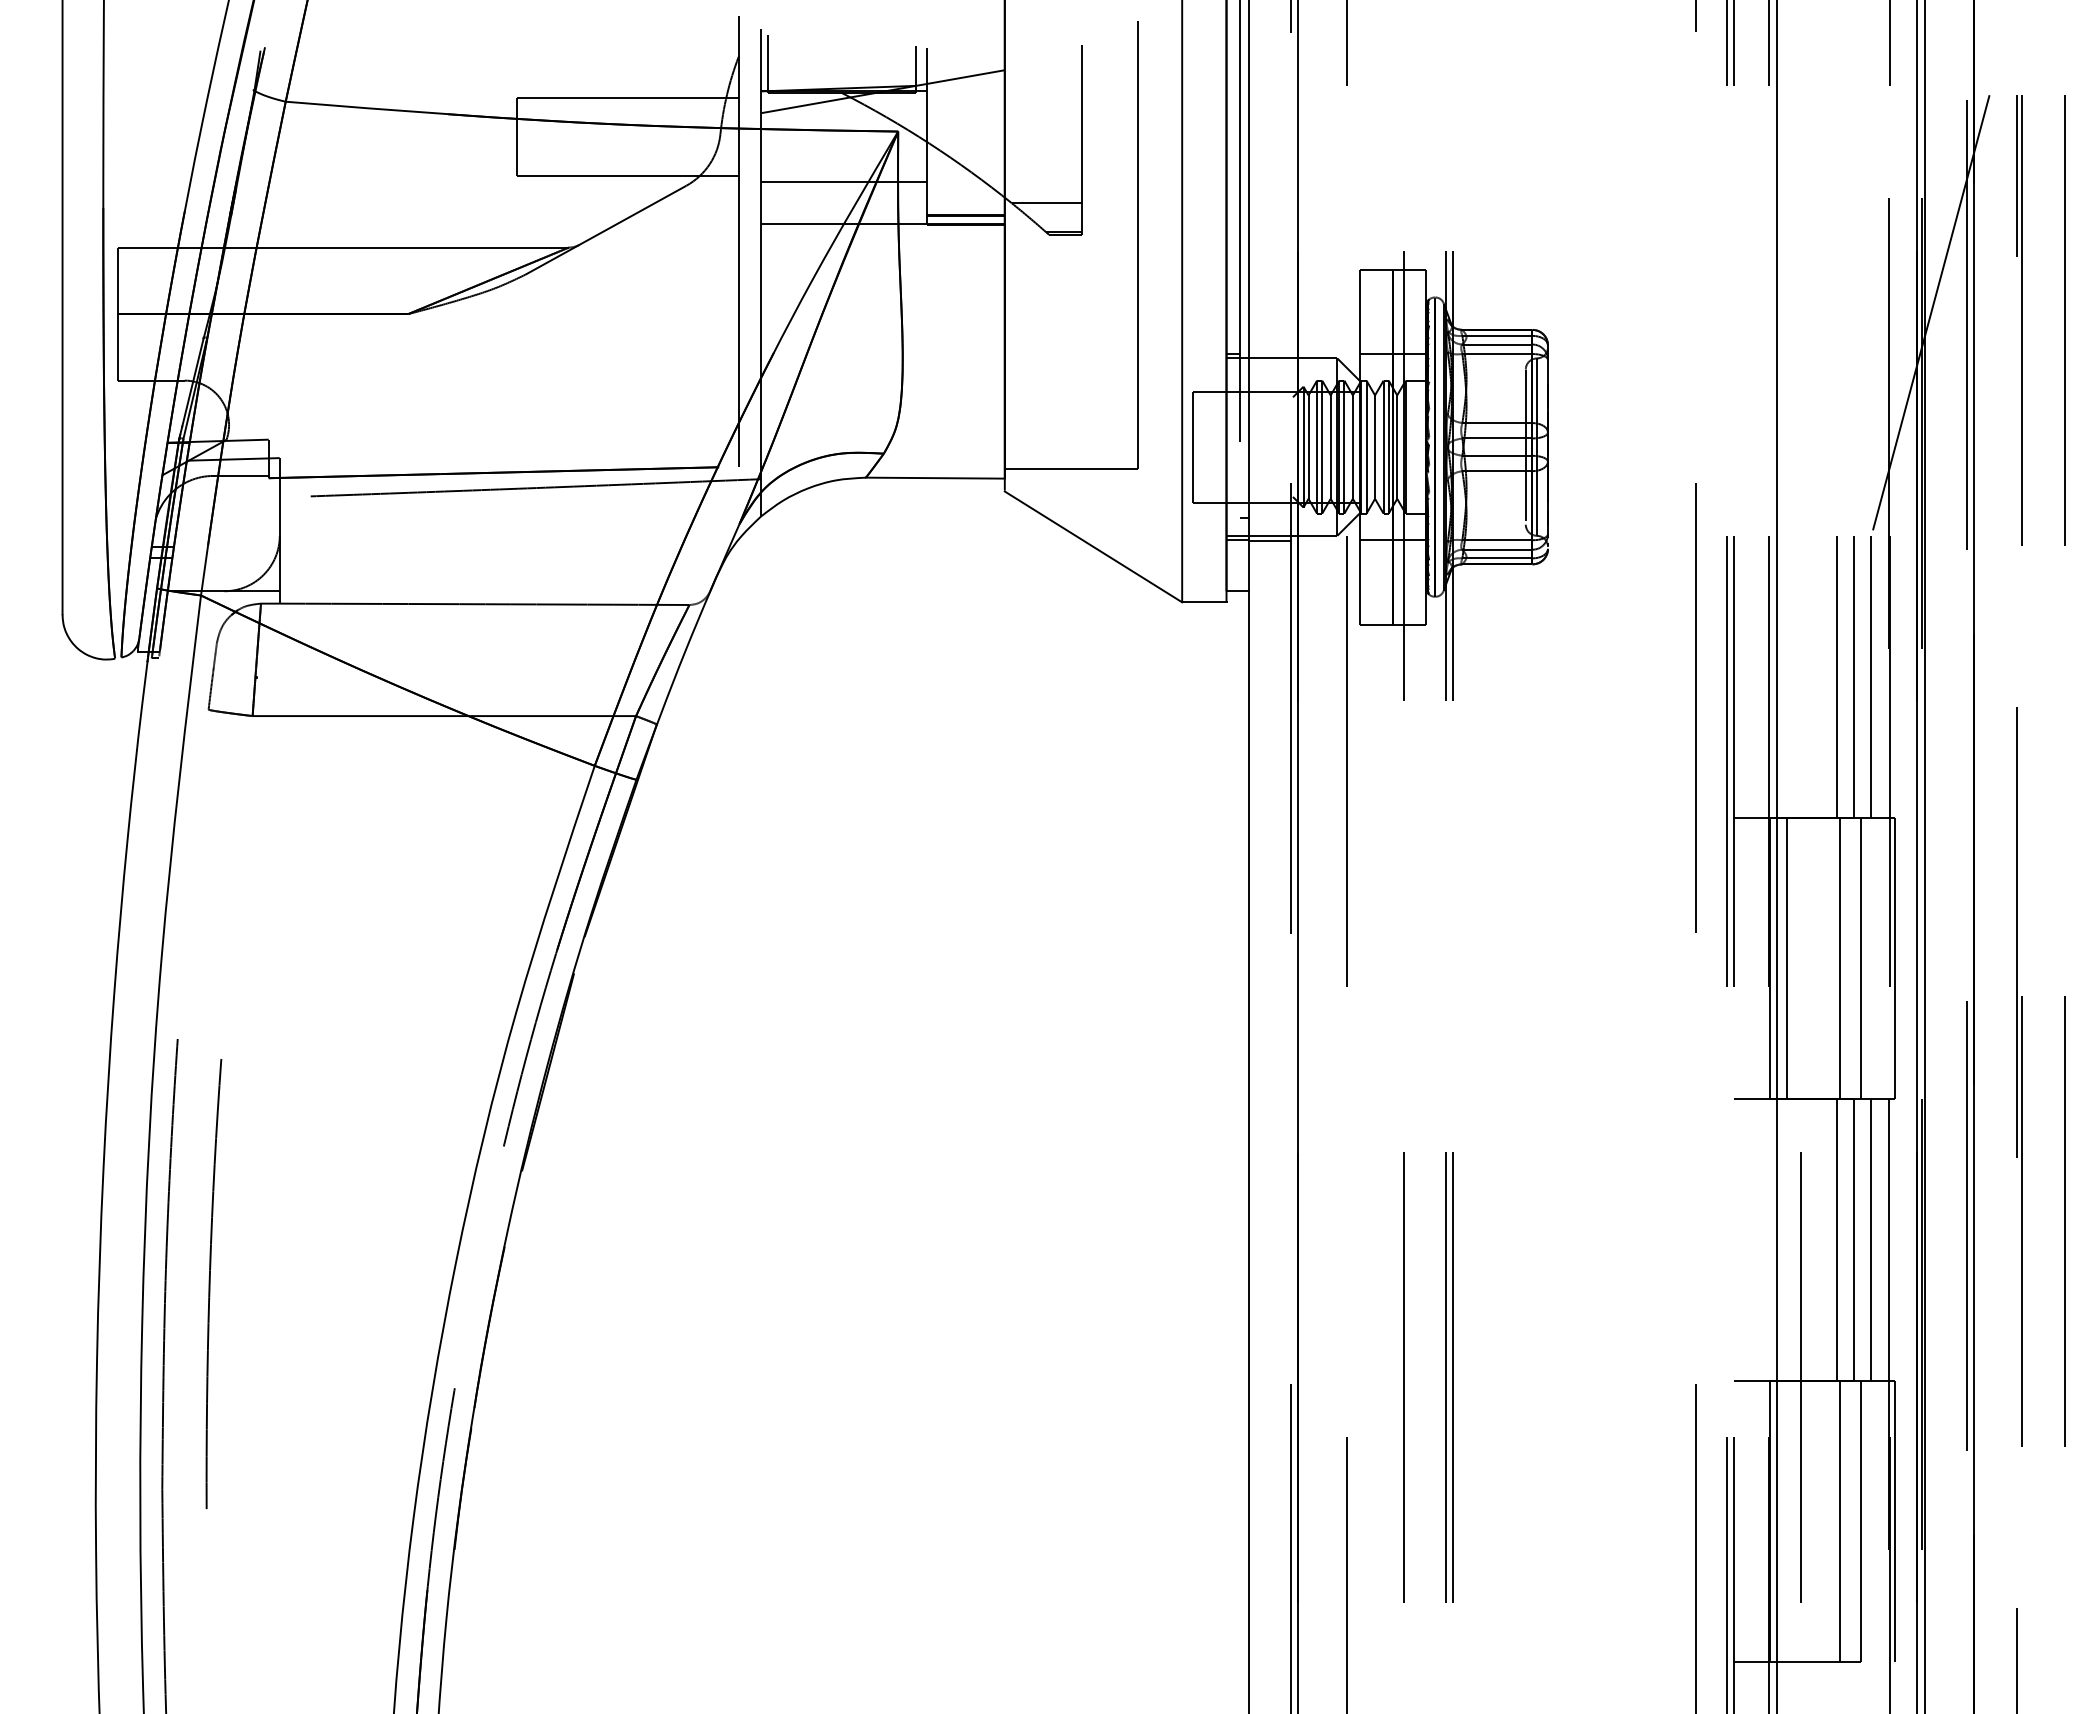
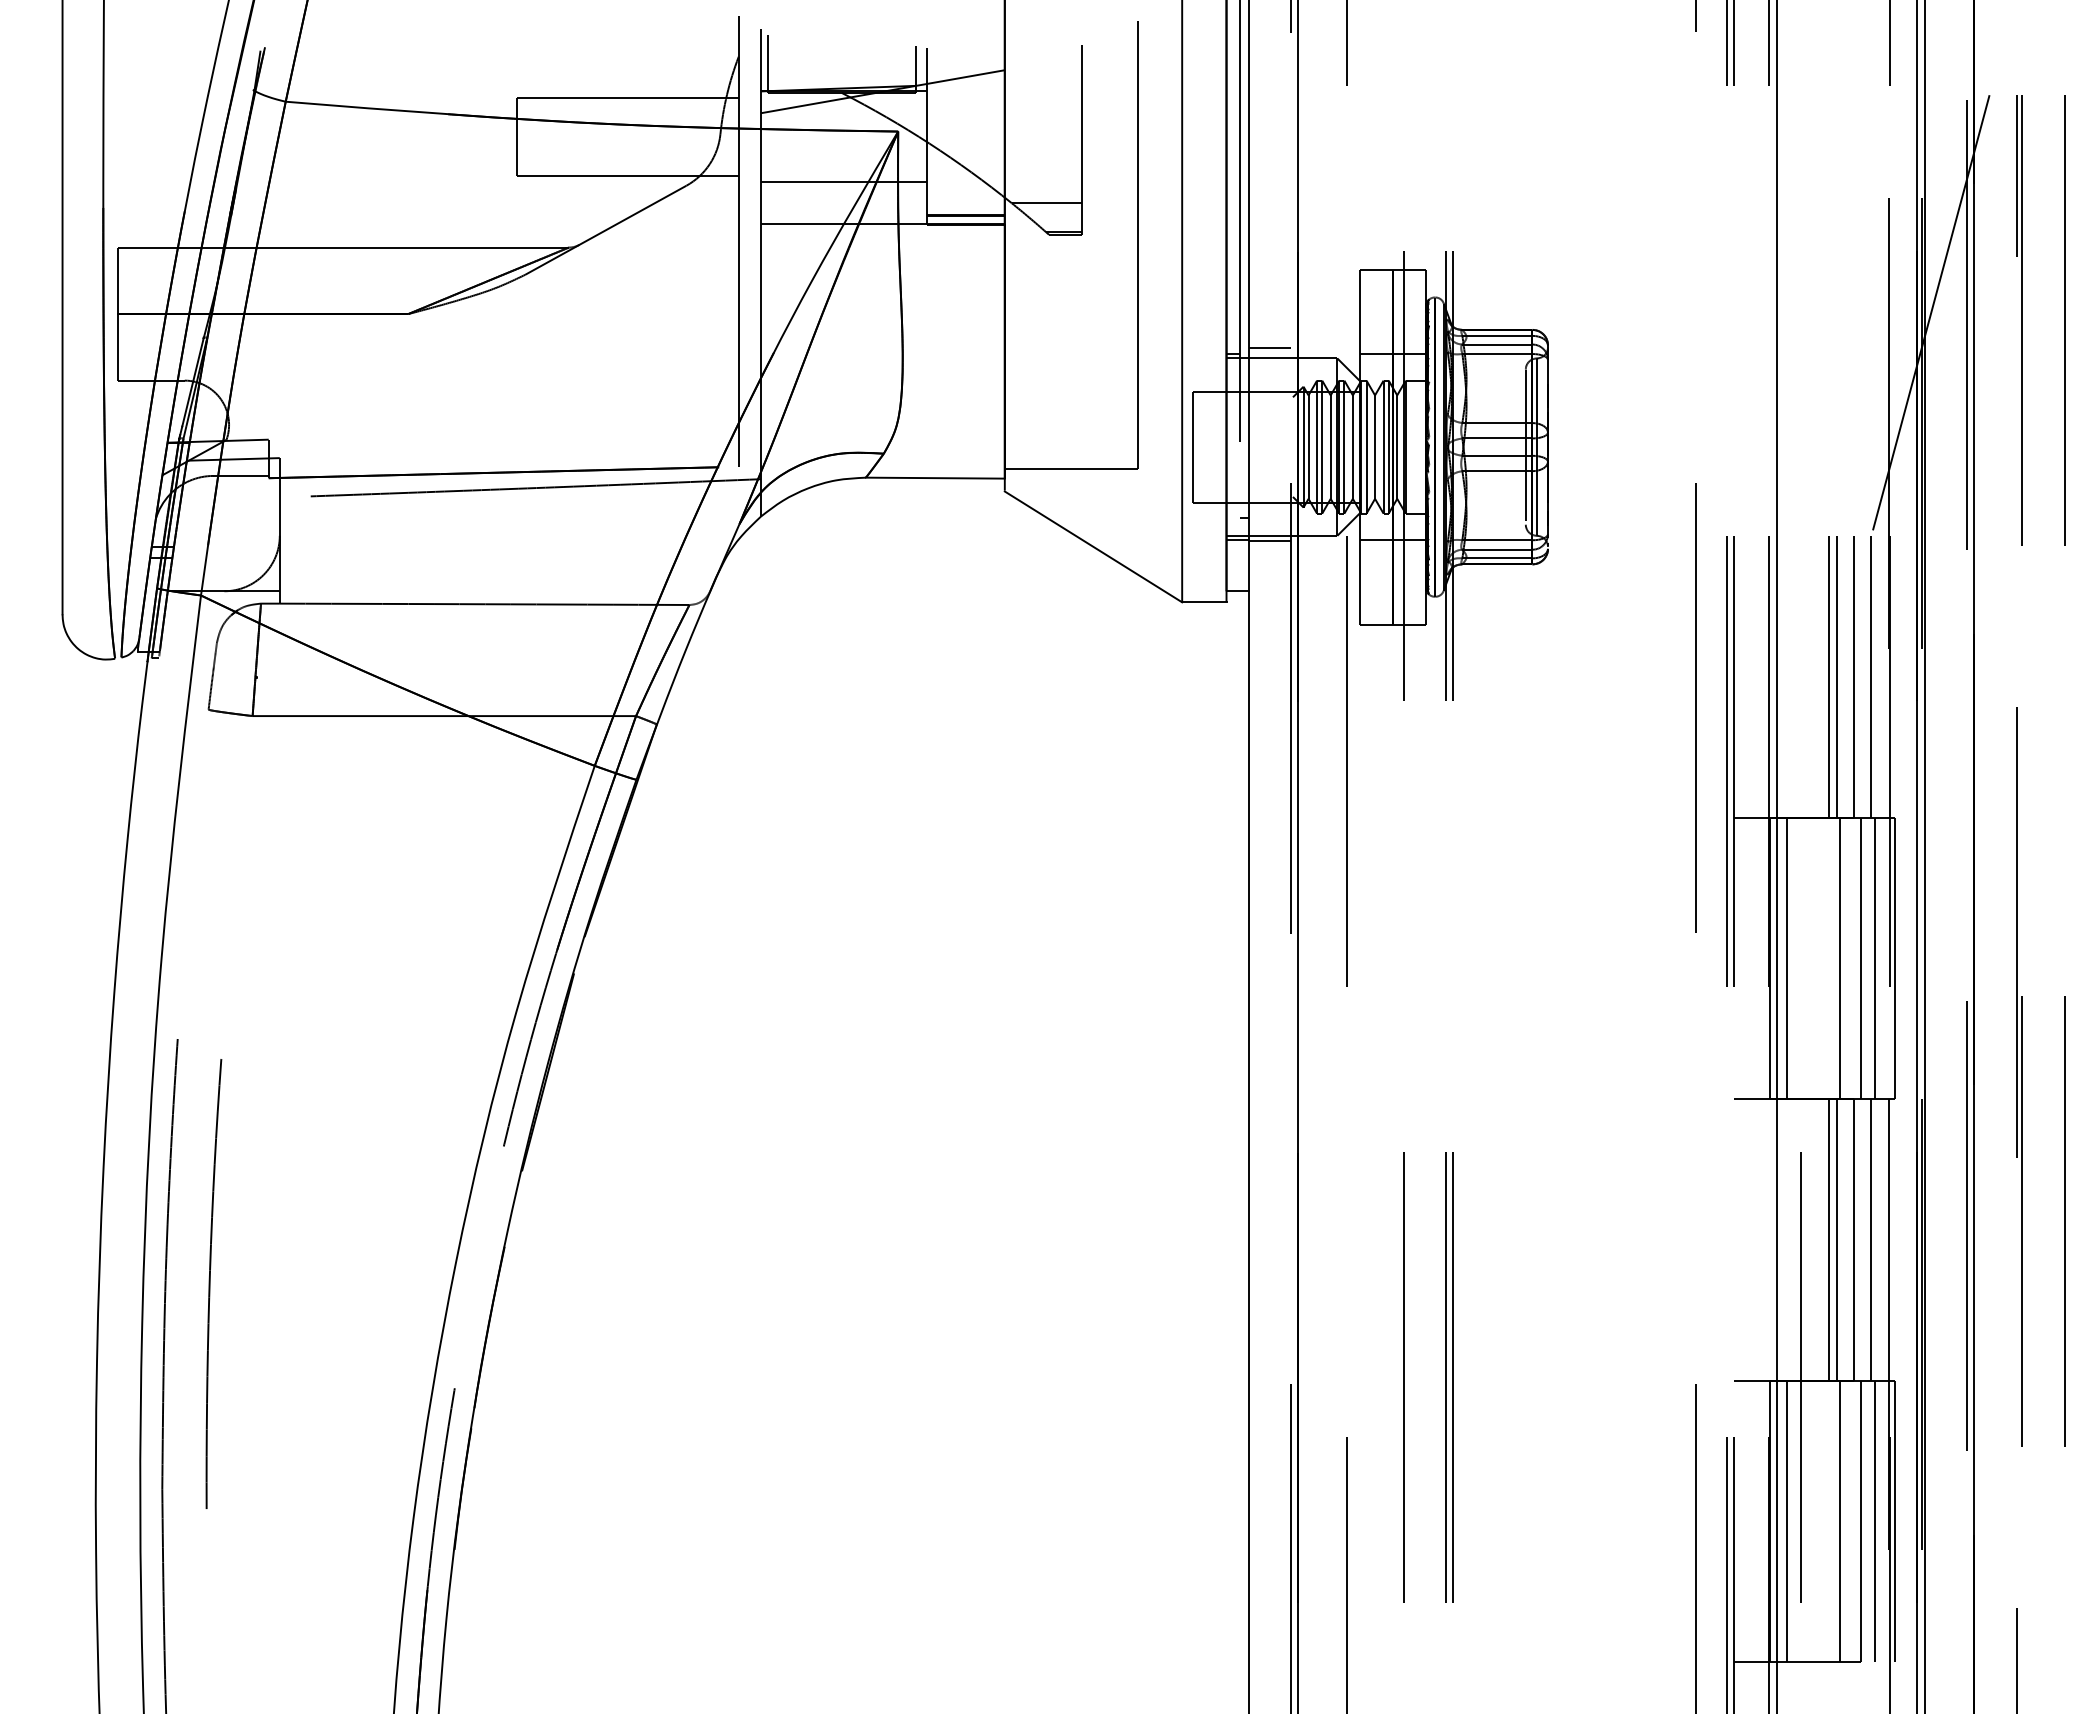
line at (1269, 348): none -> present
line at (1829, 676): none -> present
line at (1874, 958): none -> present
line at (1829, 1239): none -> present
line at (1787, 1521): none -> present
line at (1874, 1521): none -> present
